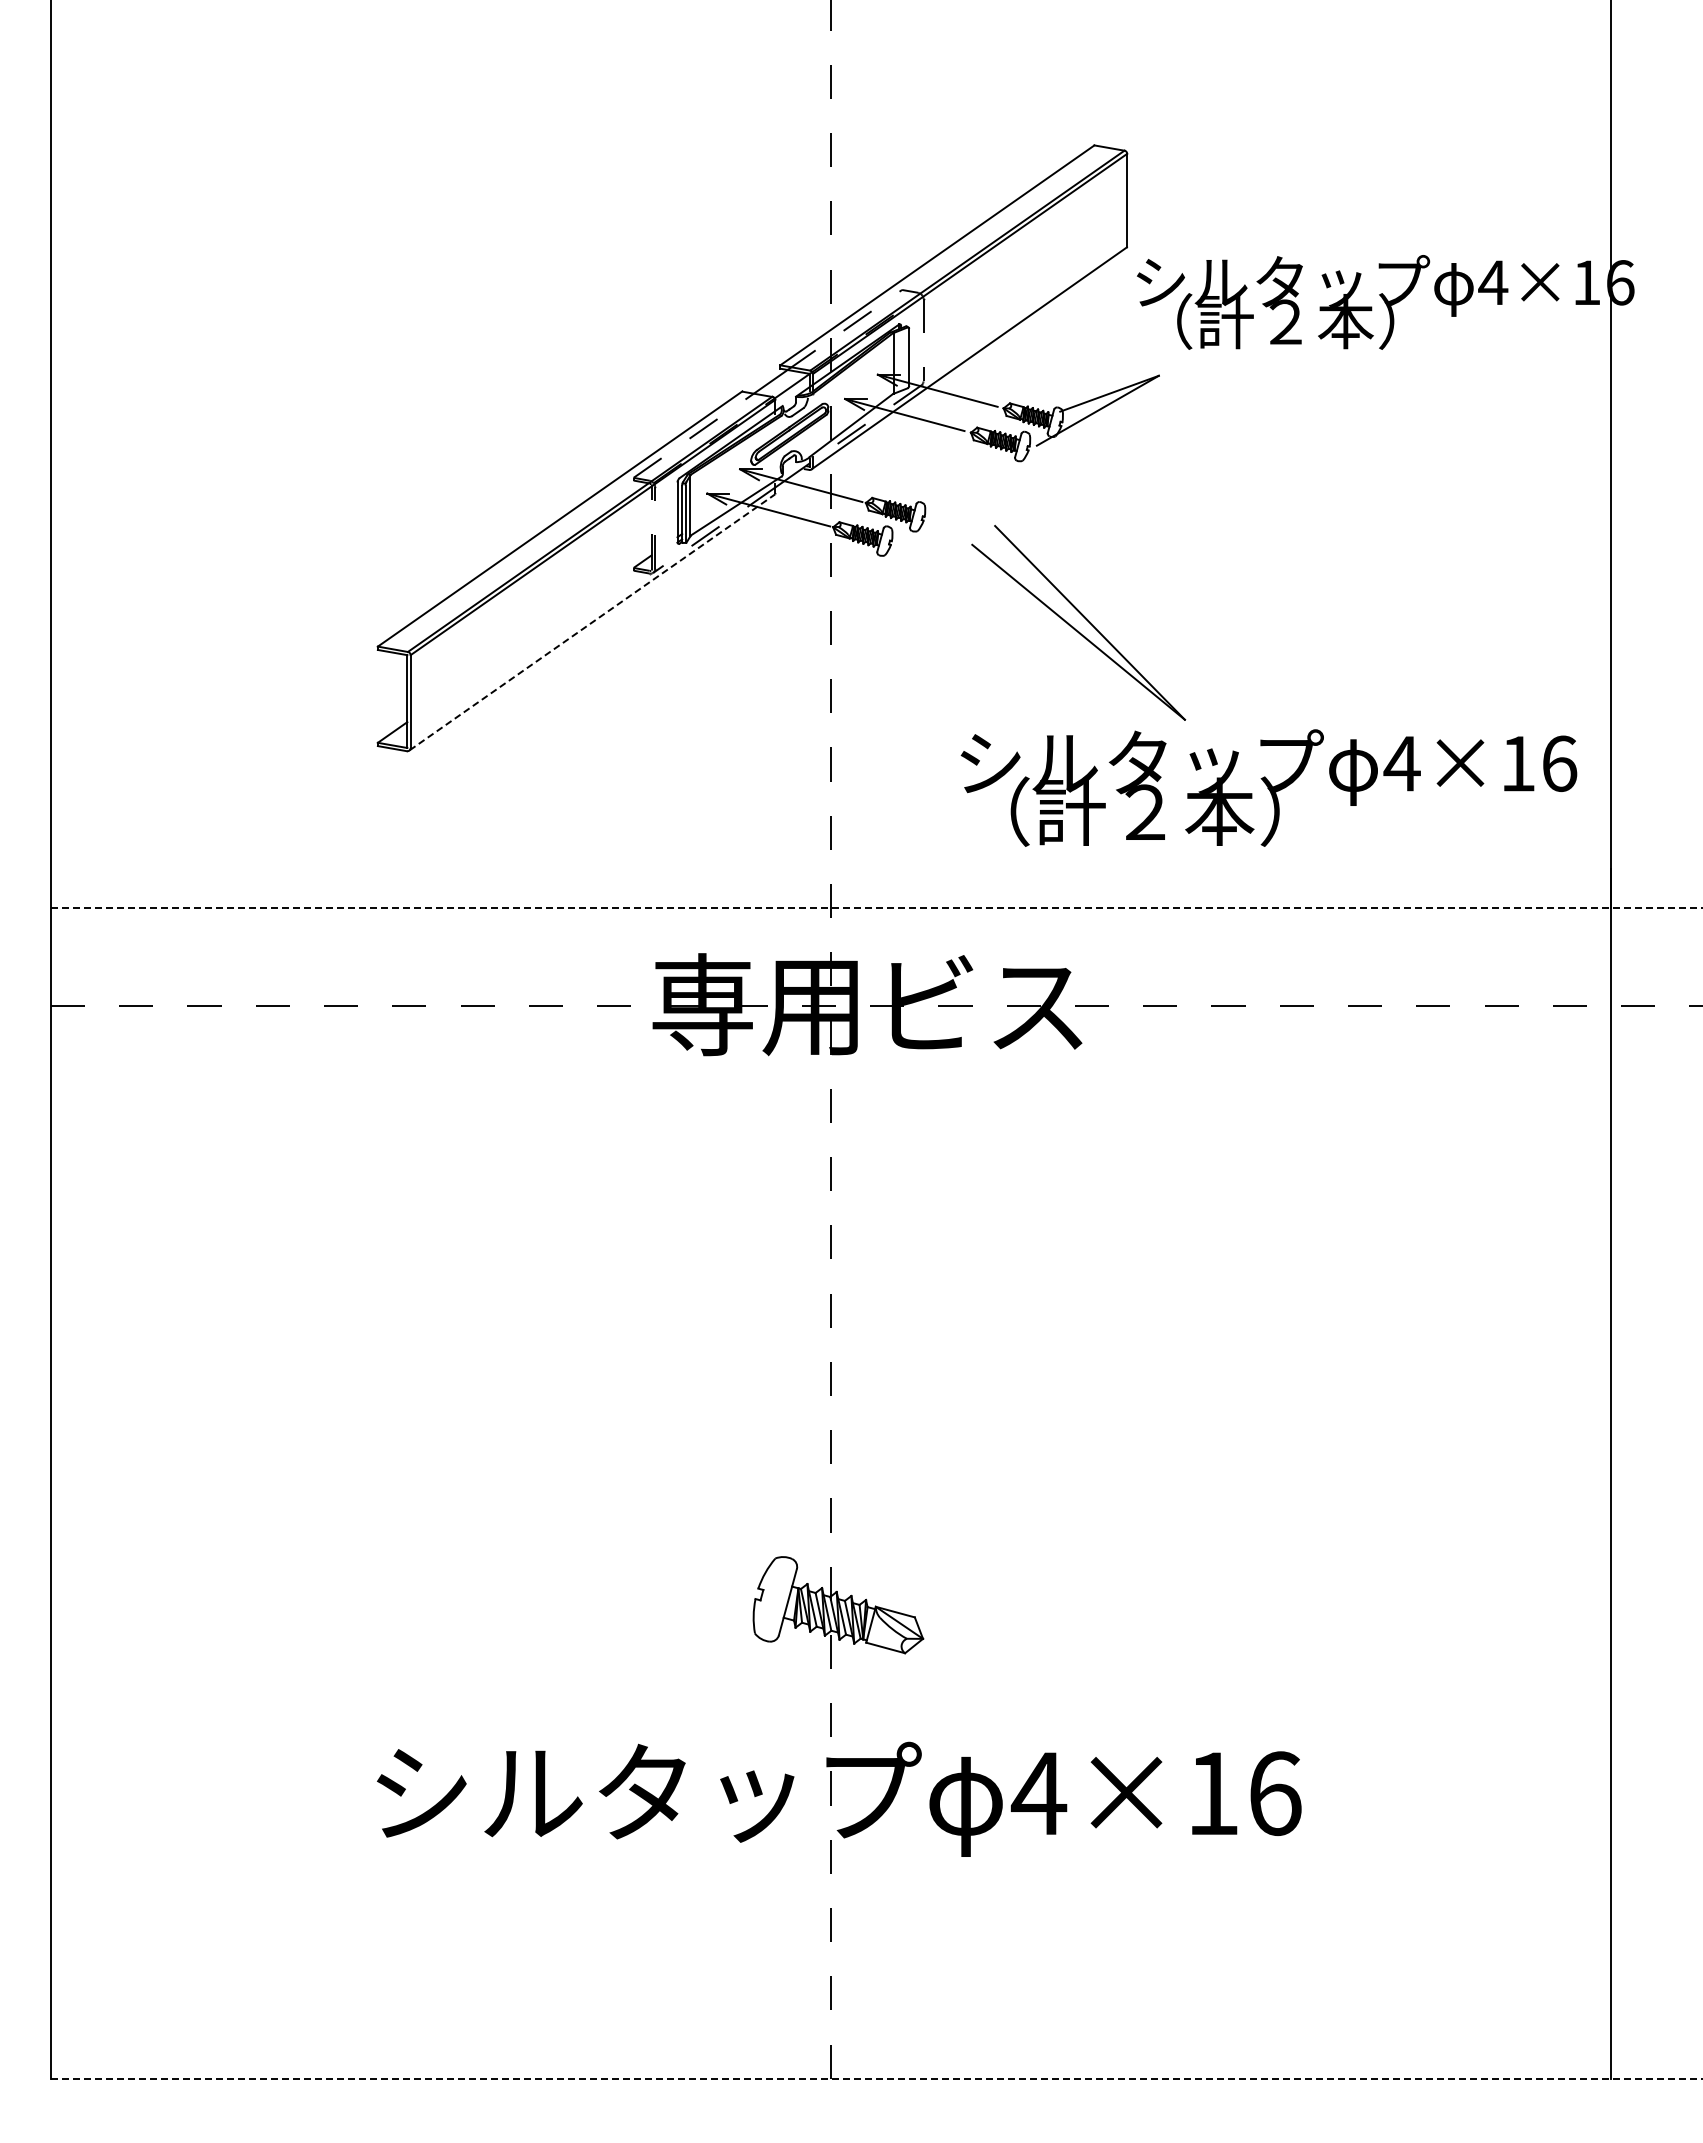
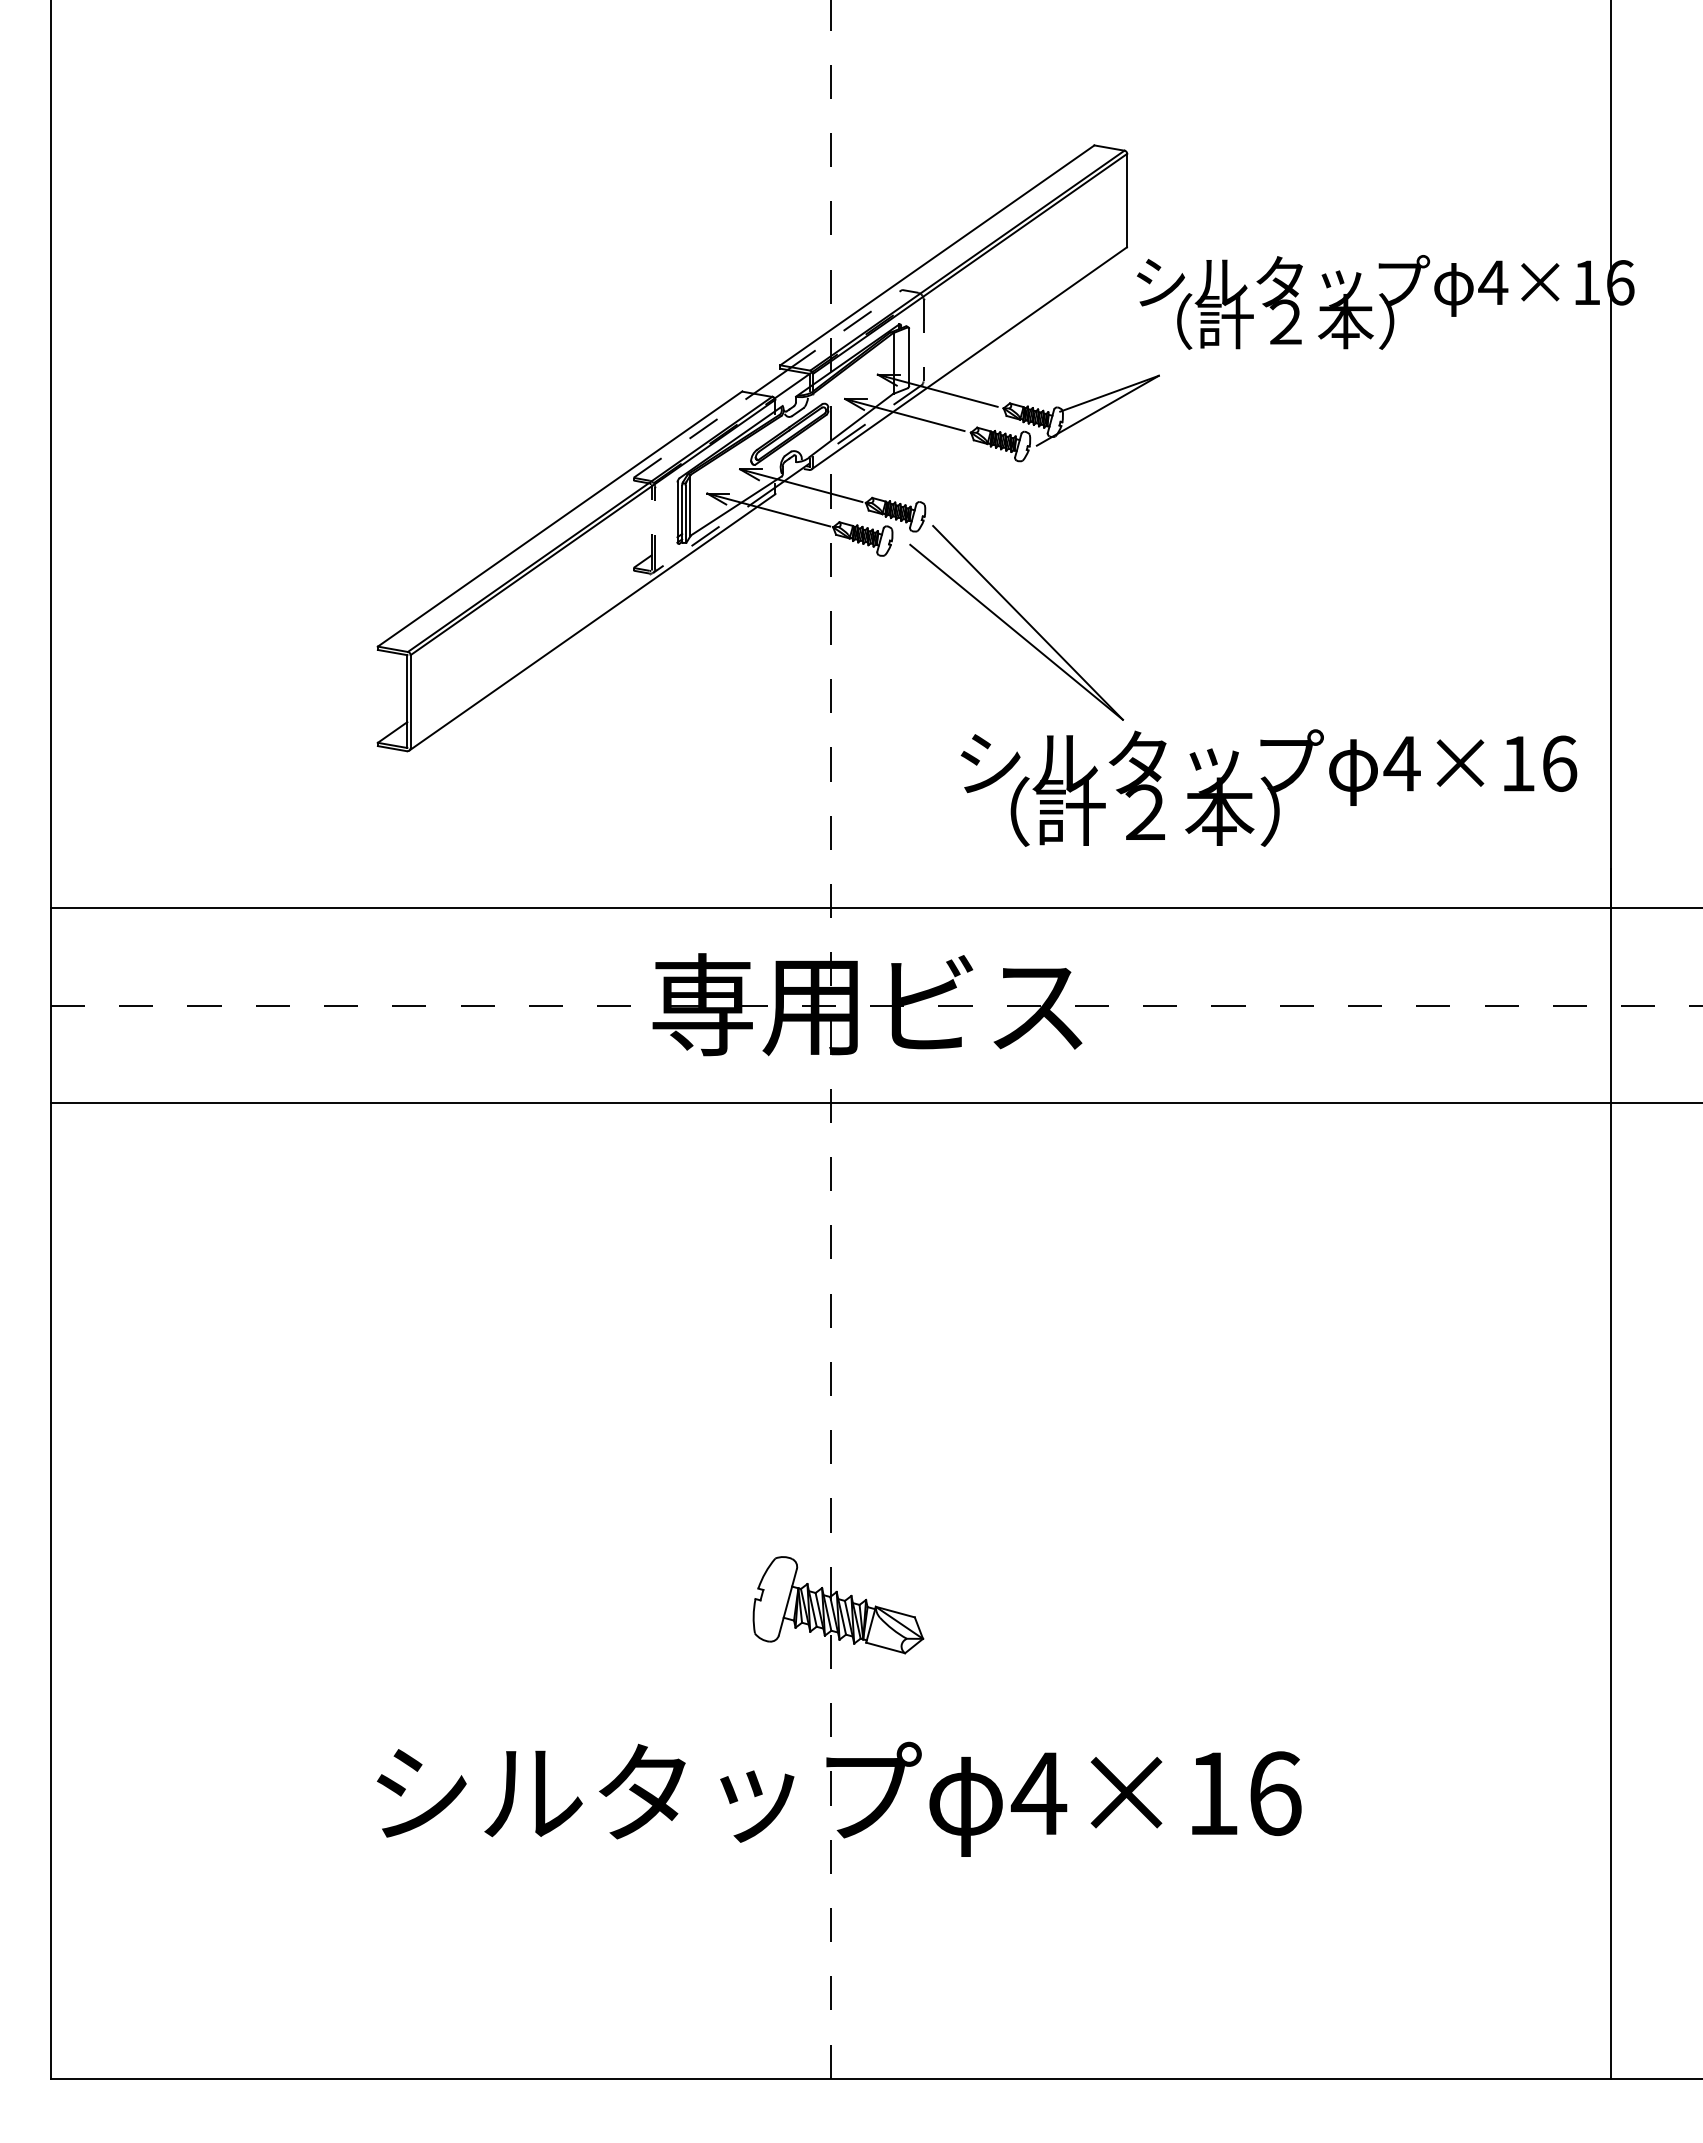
line at (592, 622): dashed -> solid
part at (1073, 626) position: (1073, 626) -> (1011, 626)
line at (876, 908): dashed -> solid
line at (874, 1103): none -> present
line at (876, 2078): dashed -> solid
